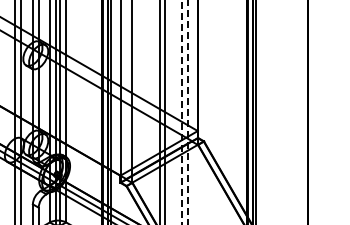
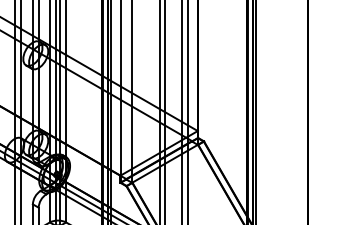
line at (181, 112): dashed -> solid
line at (187, 112): dashed -> solid
